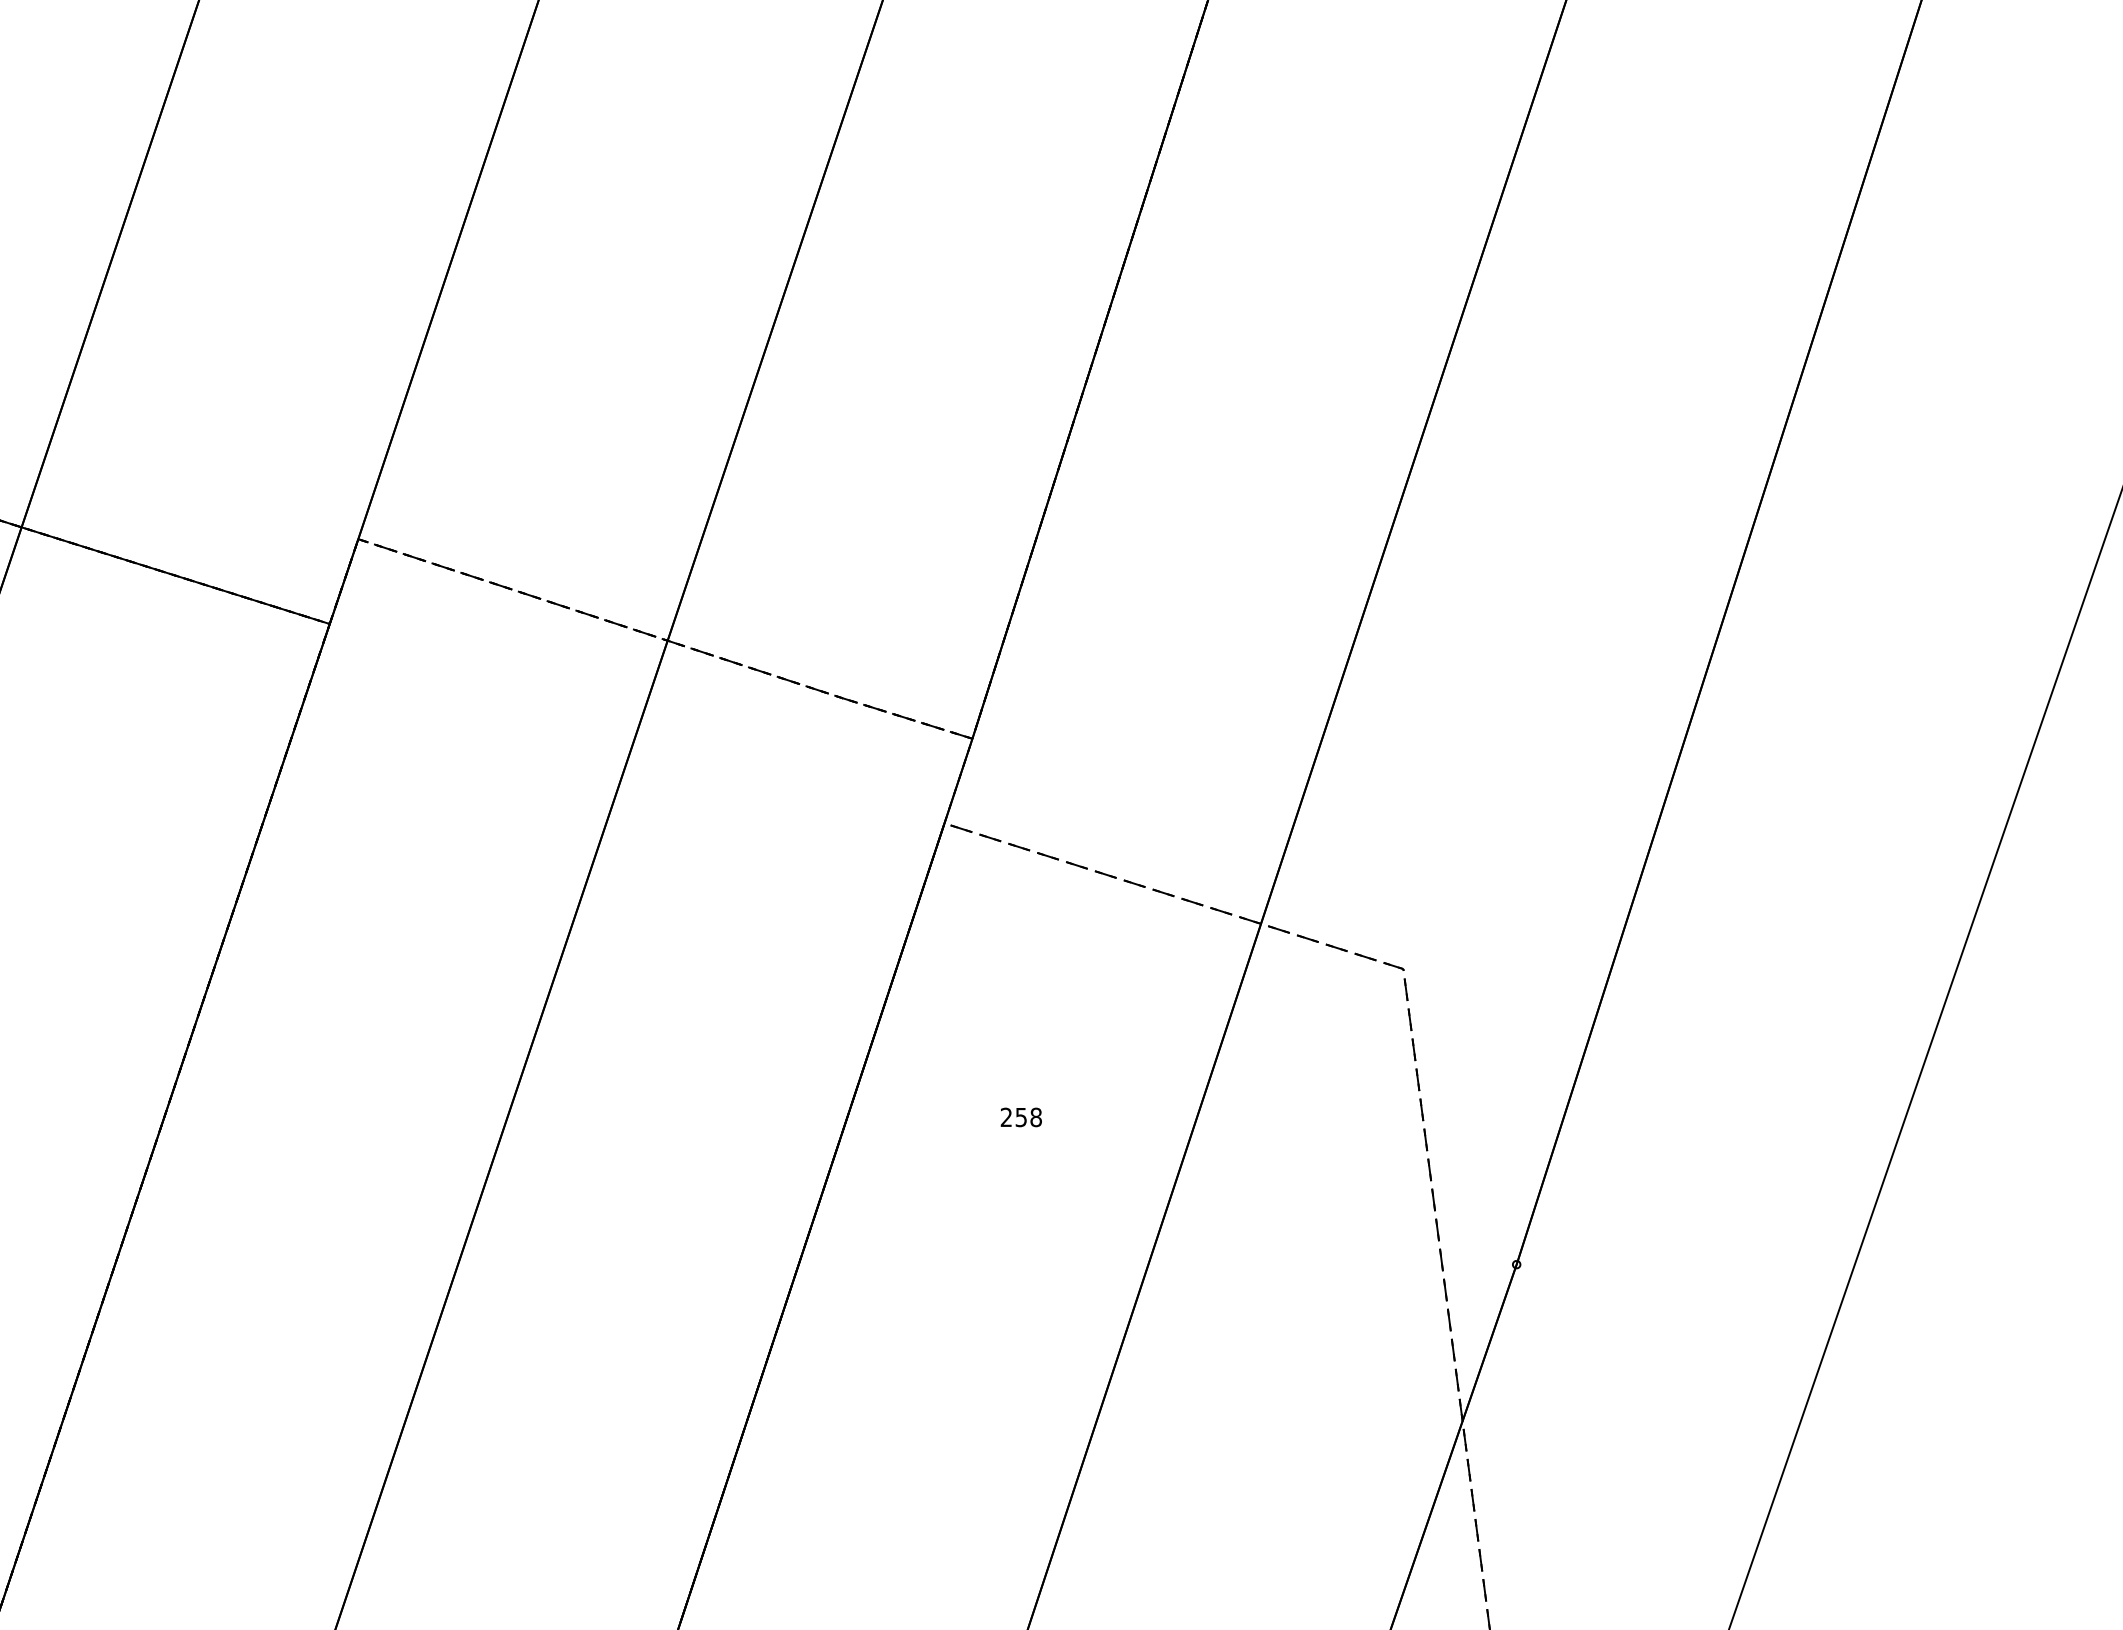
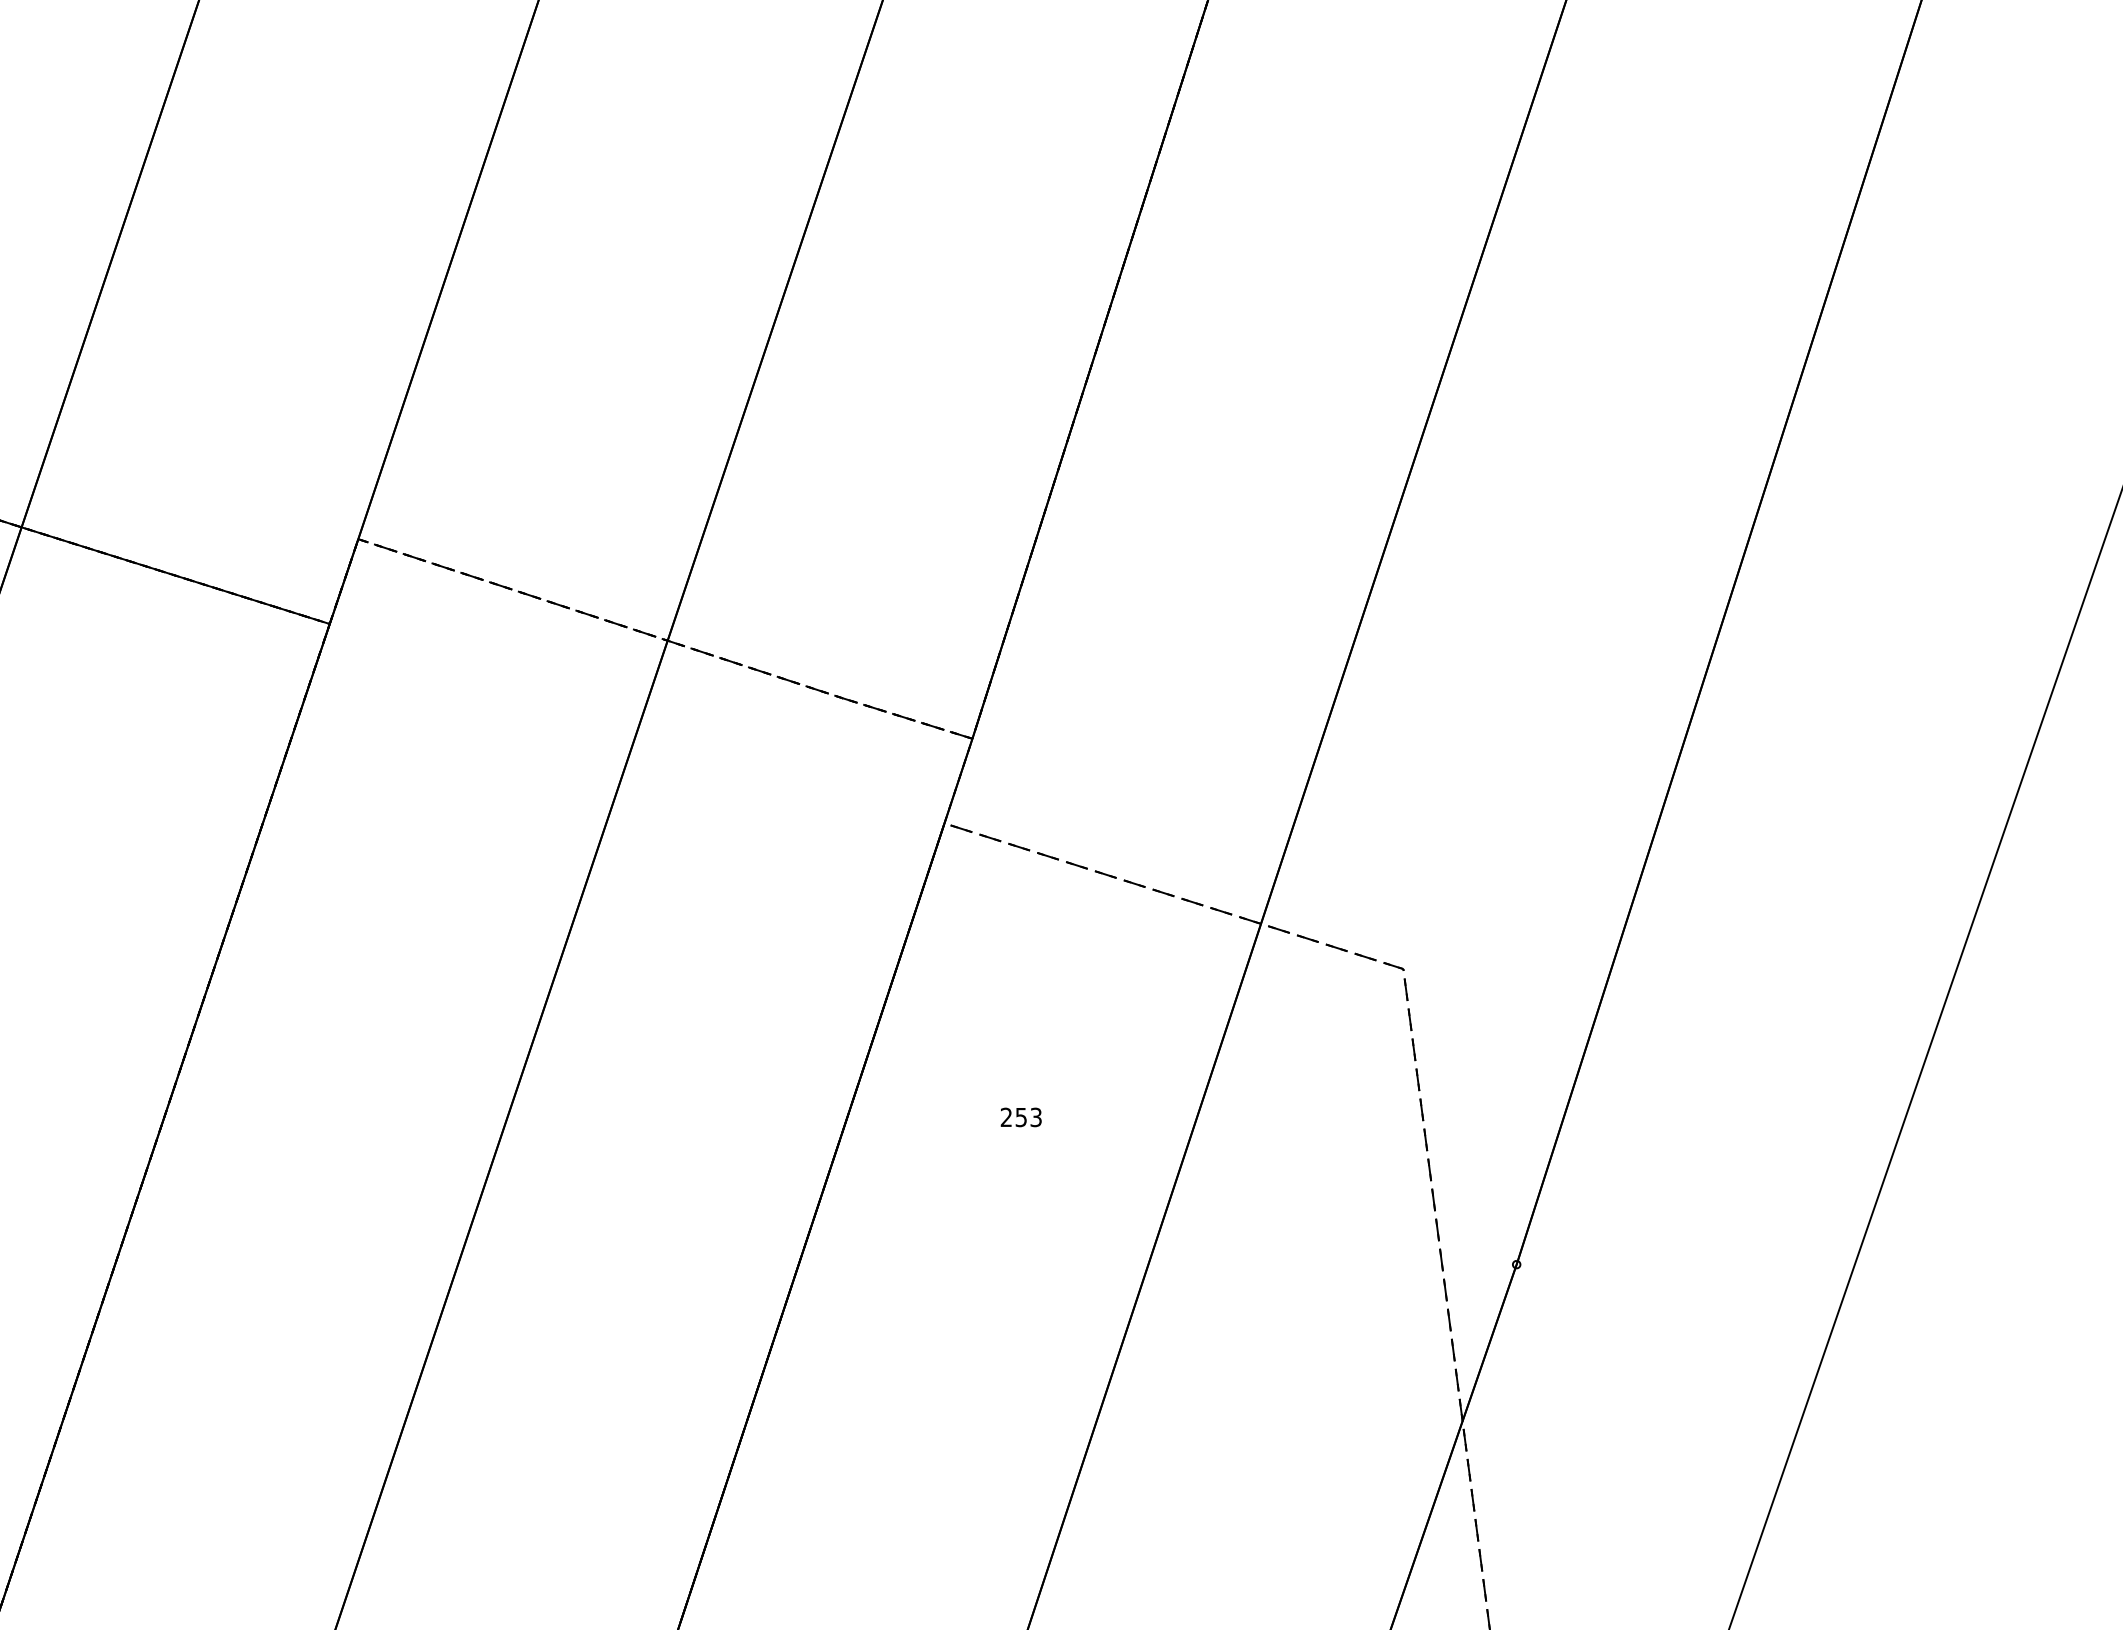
text at (1035, 1117): 258 -> 253
